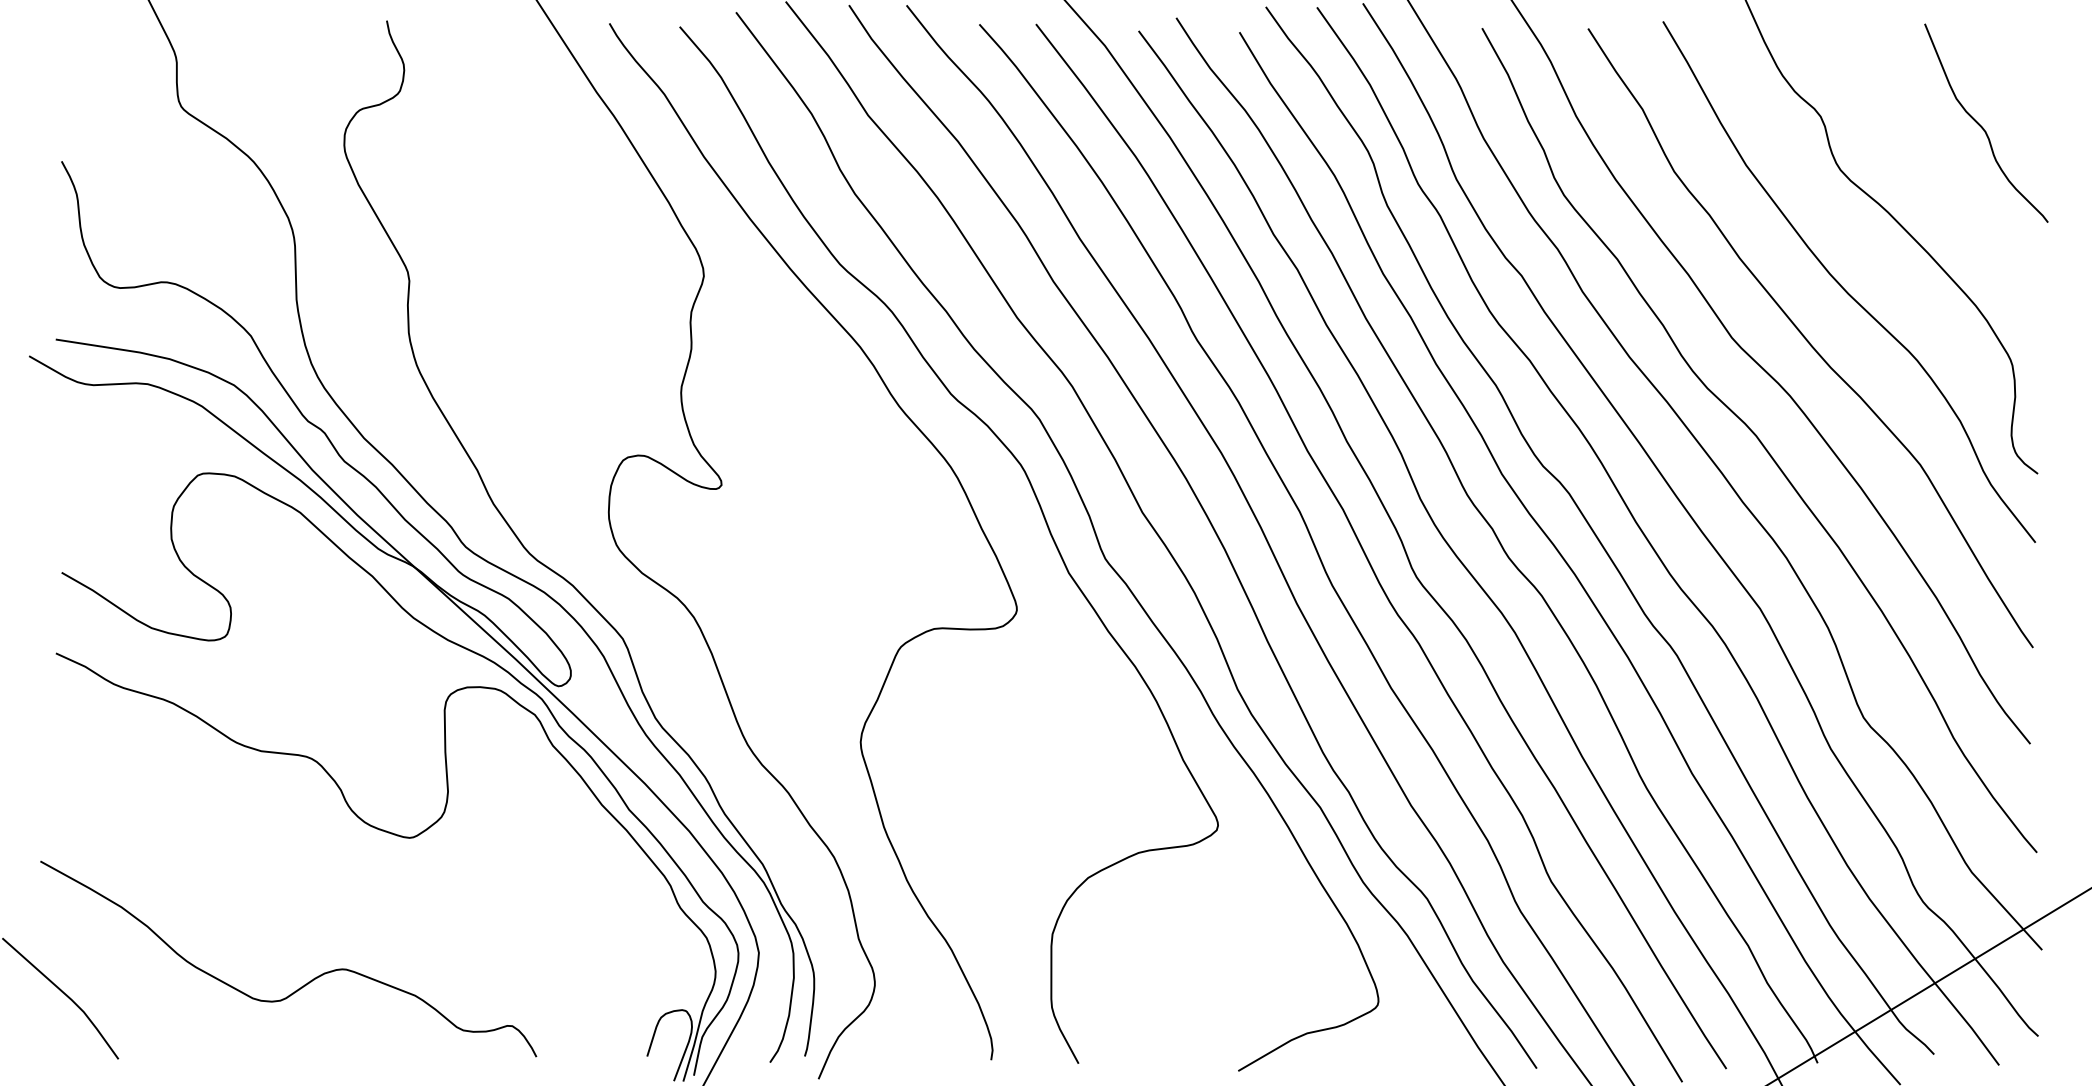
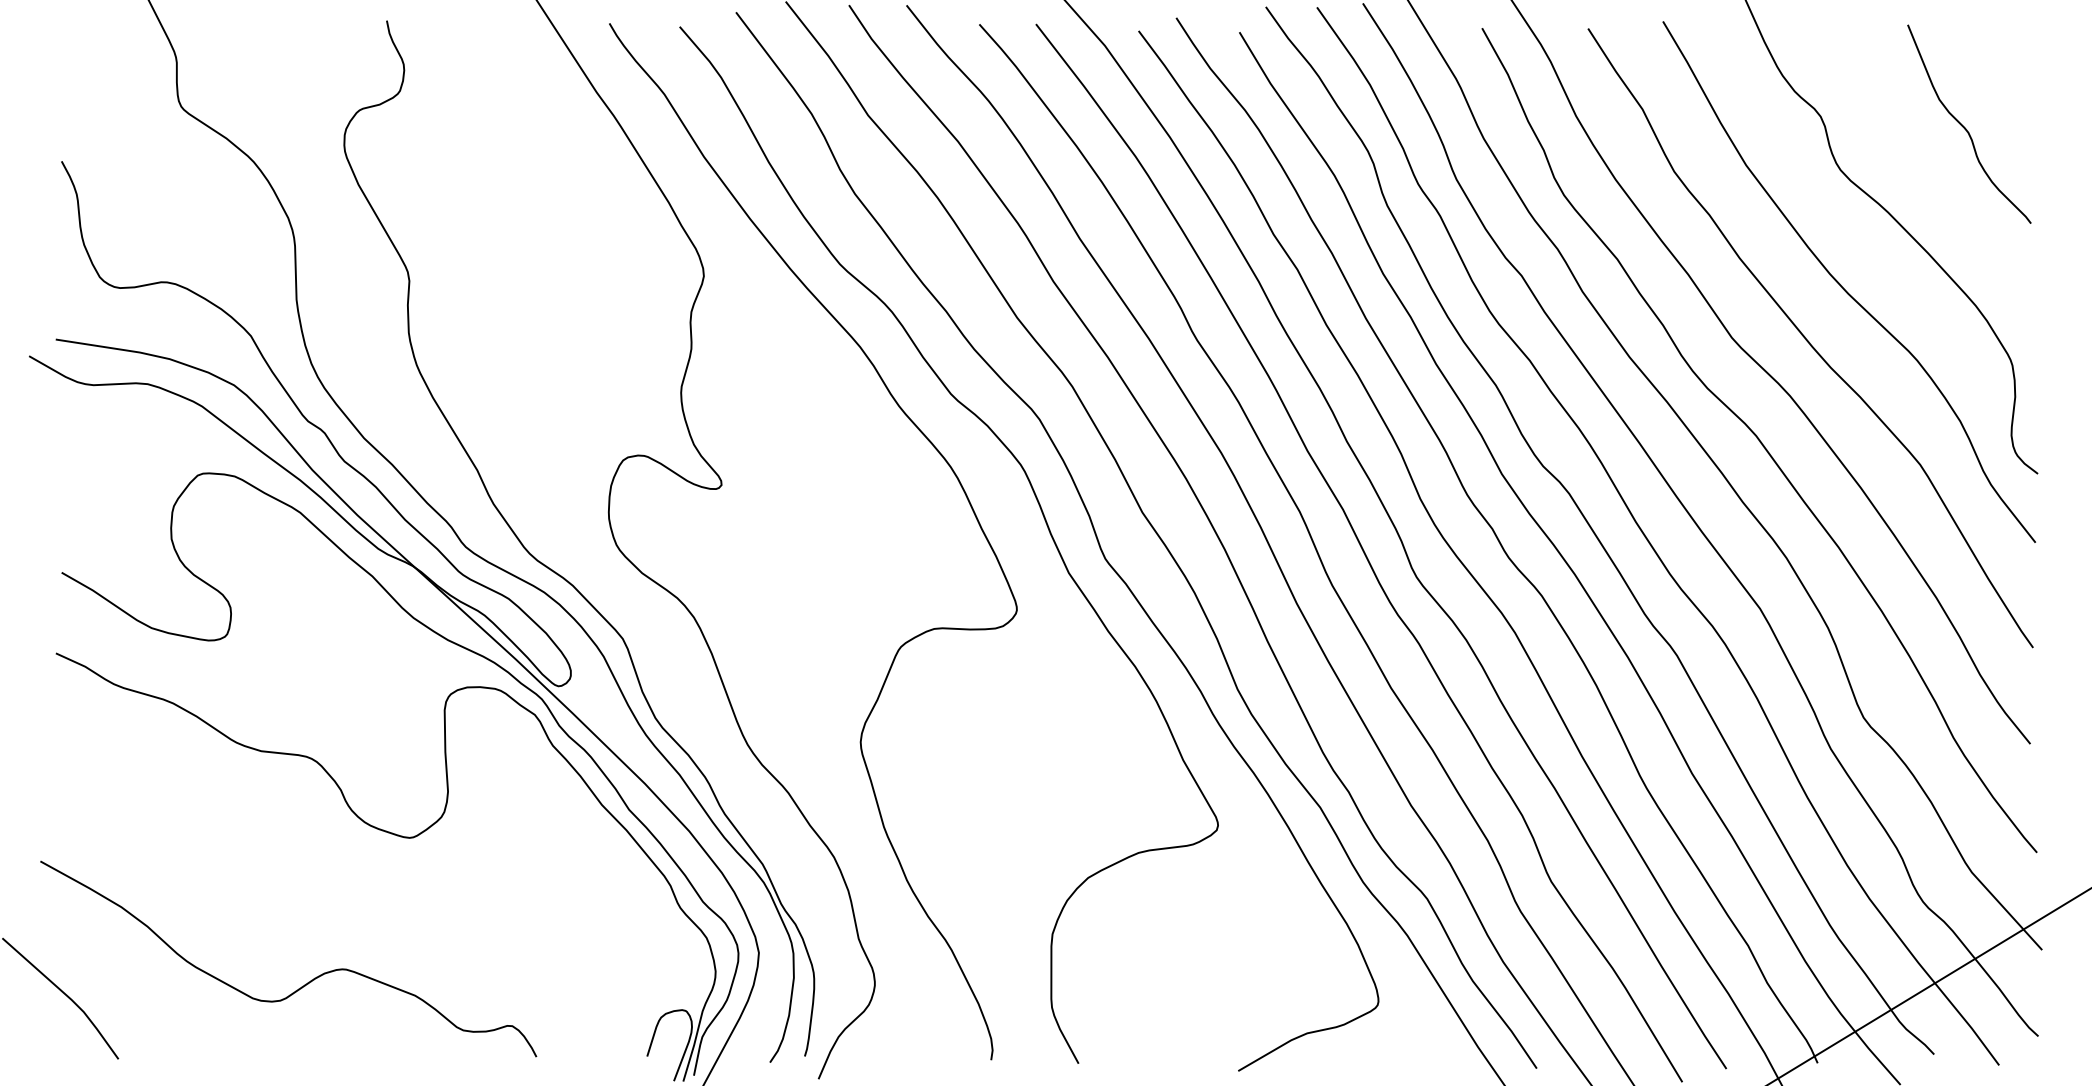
curve at (1982, 126) position: (1982, 126) -> (1965, 127)
